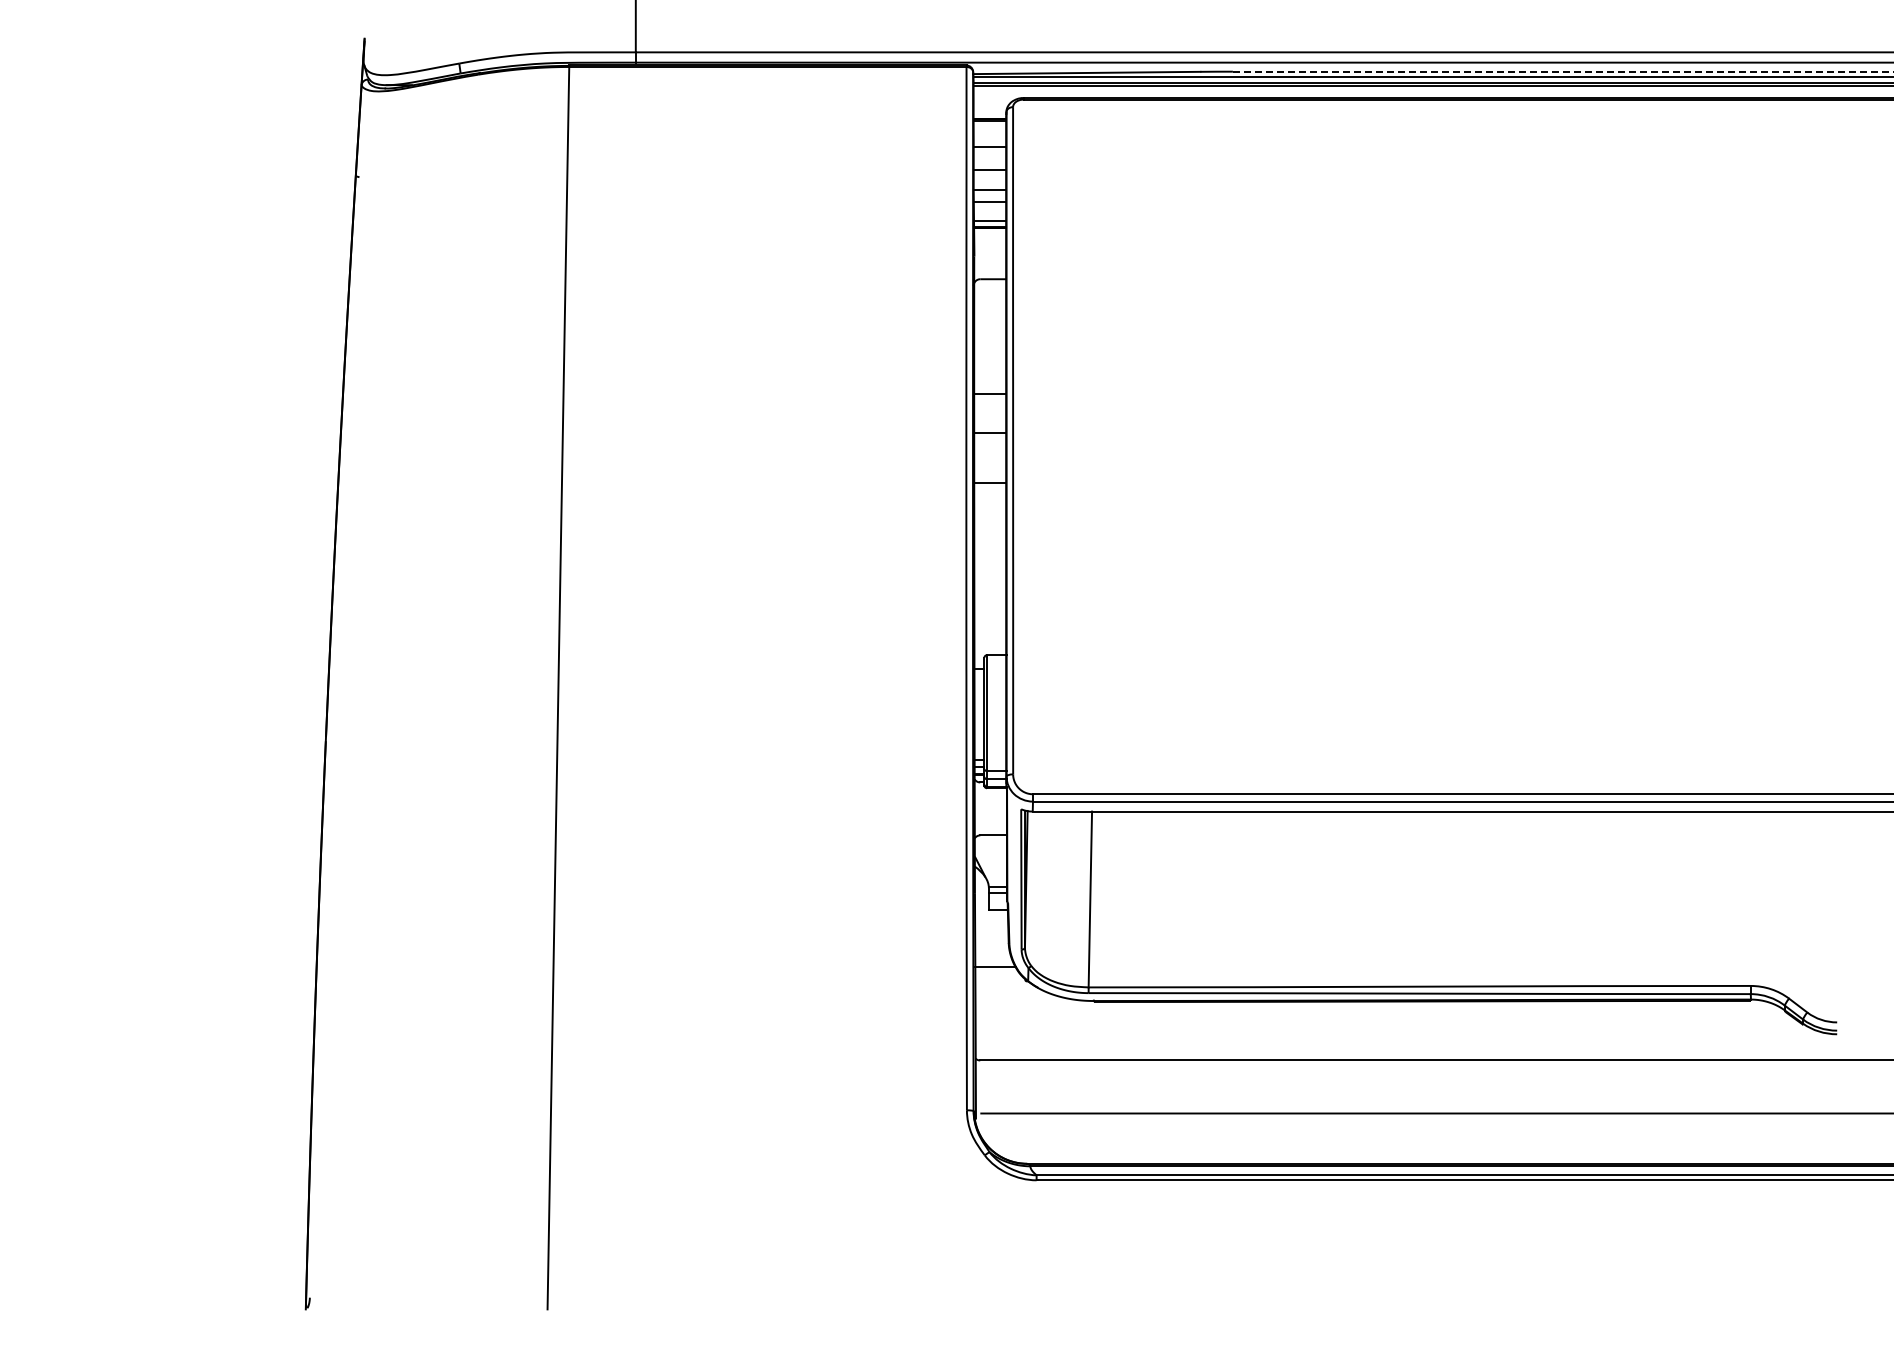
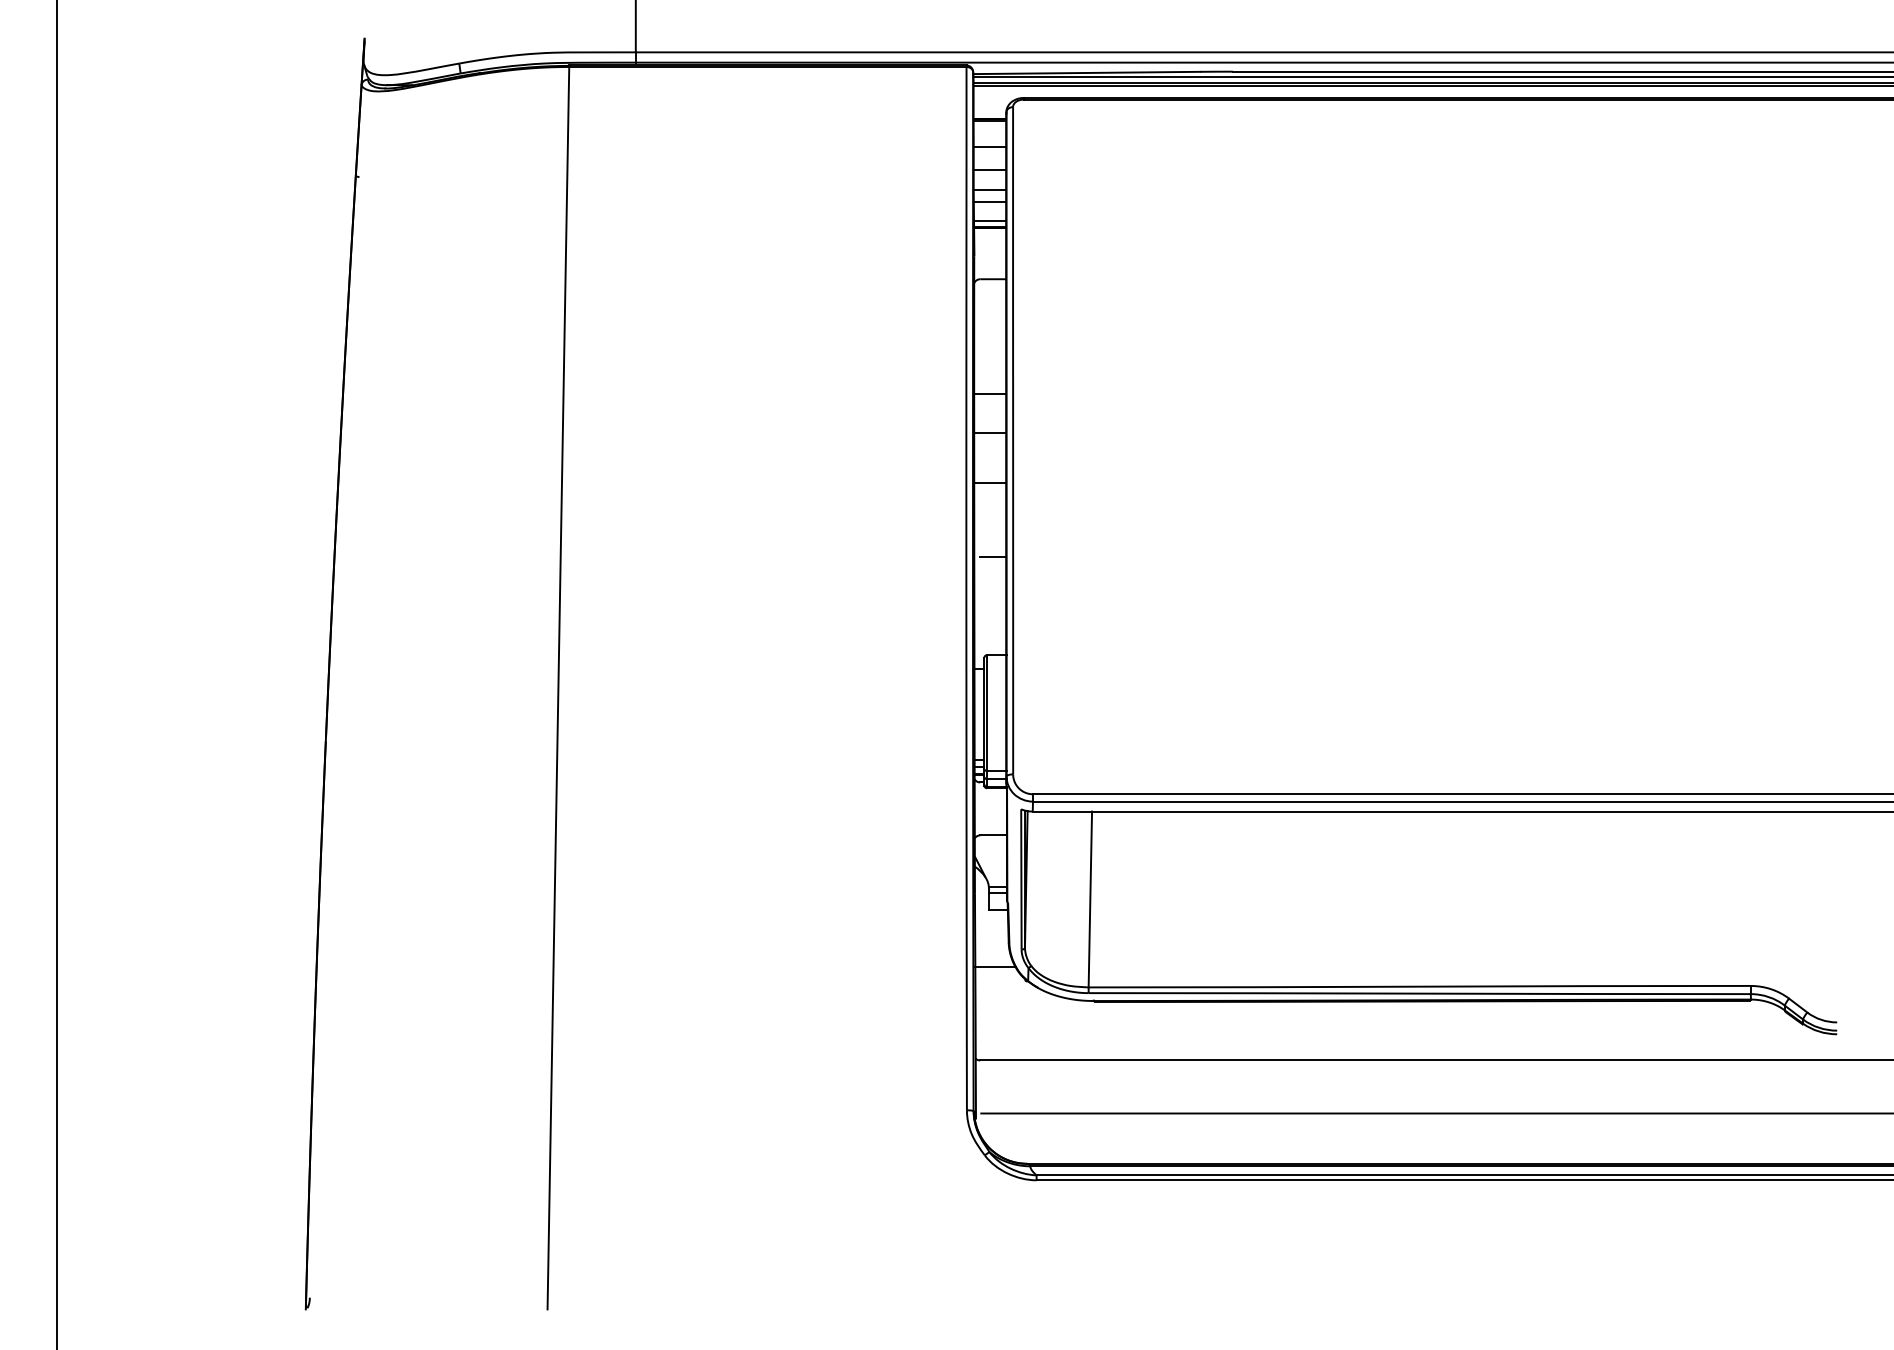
line at (1562, 71): dashed -> solid
line at (993, 557): none -> present
line at (56, 674): none -> present
